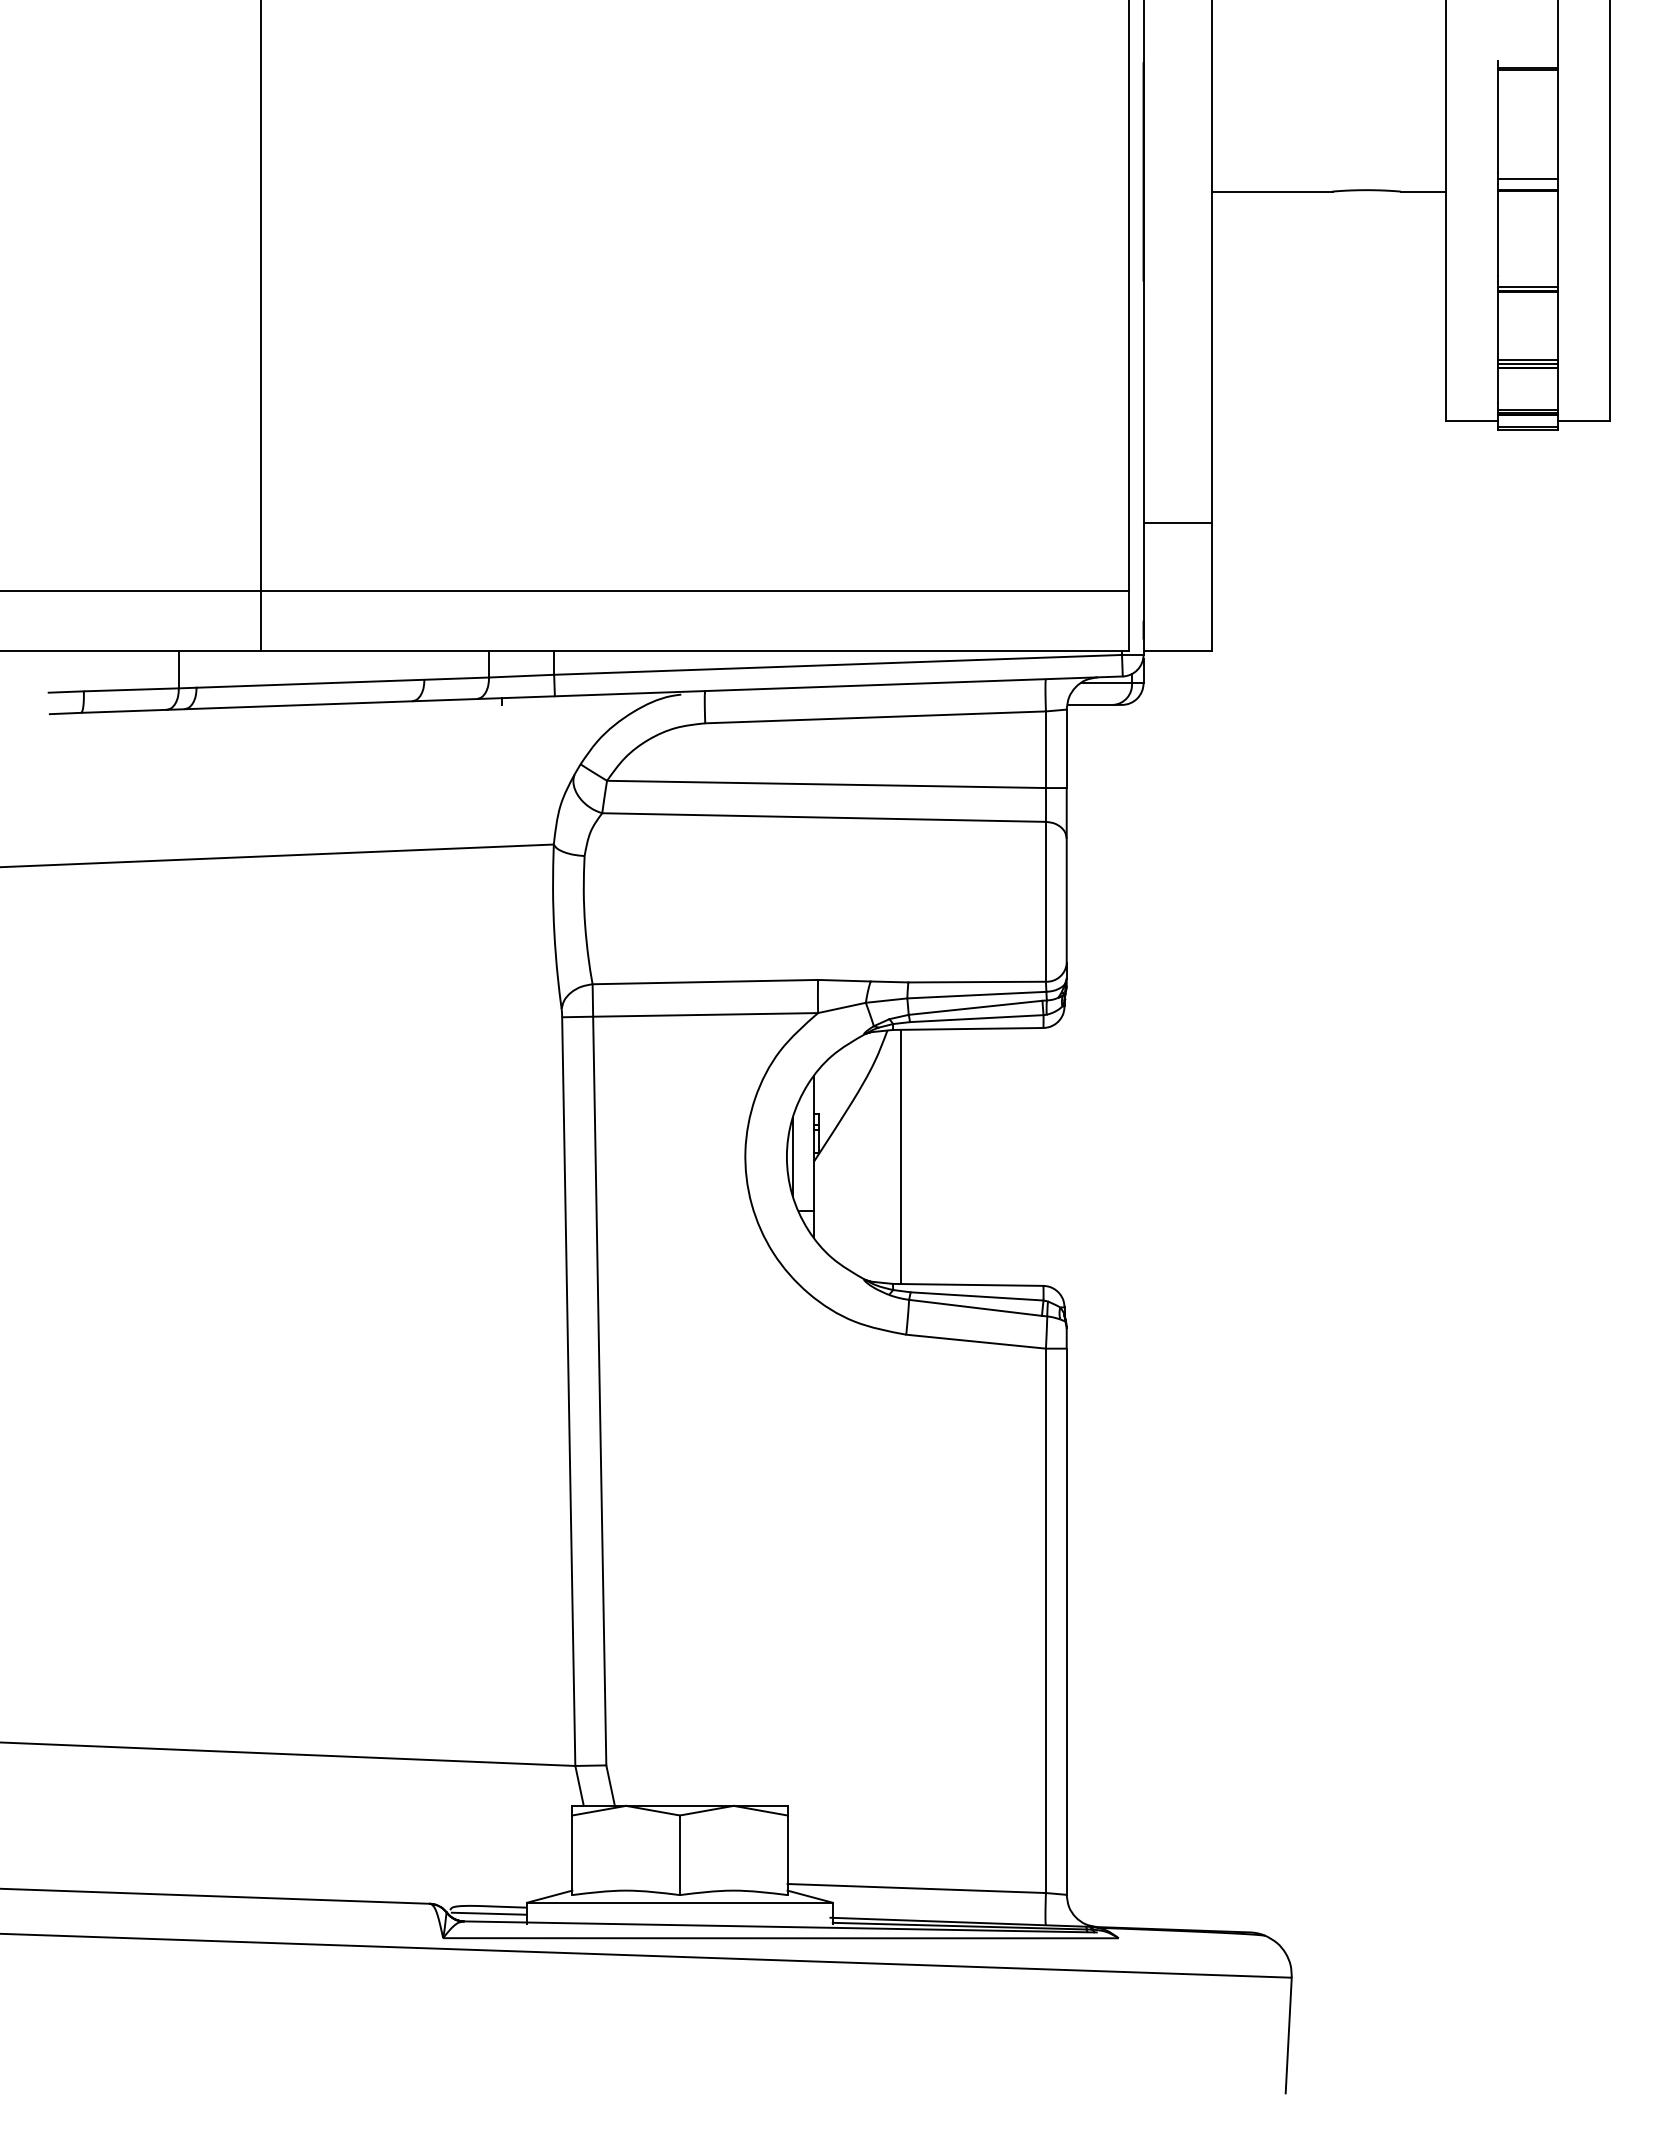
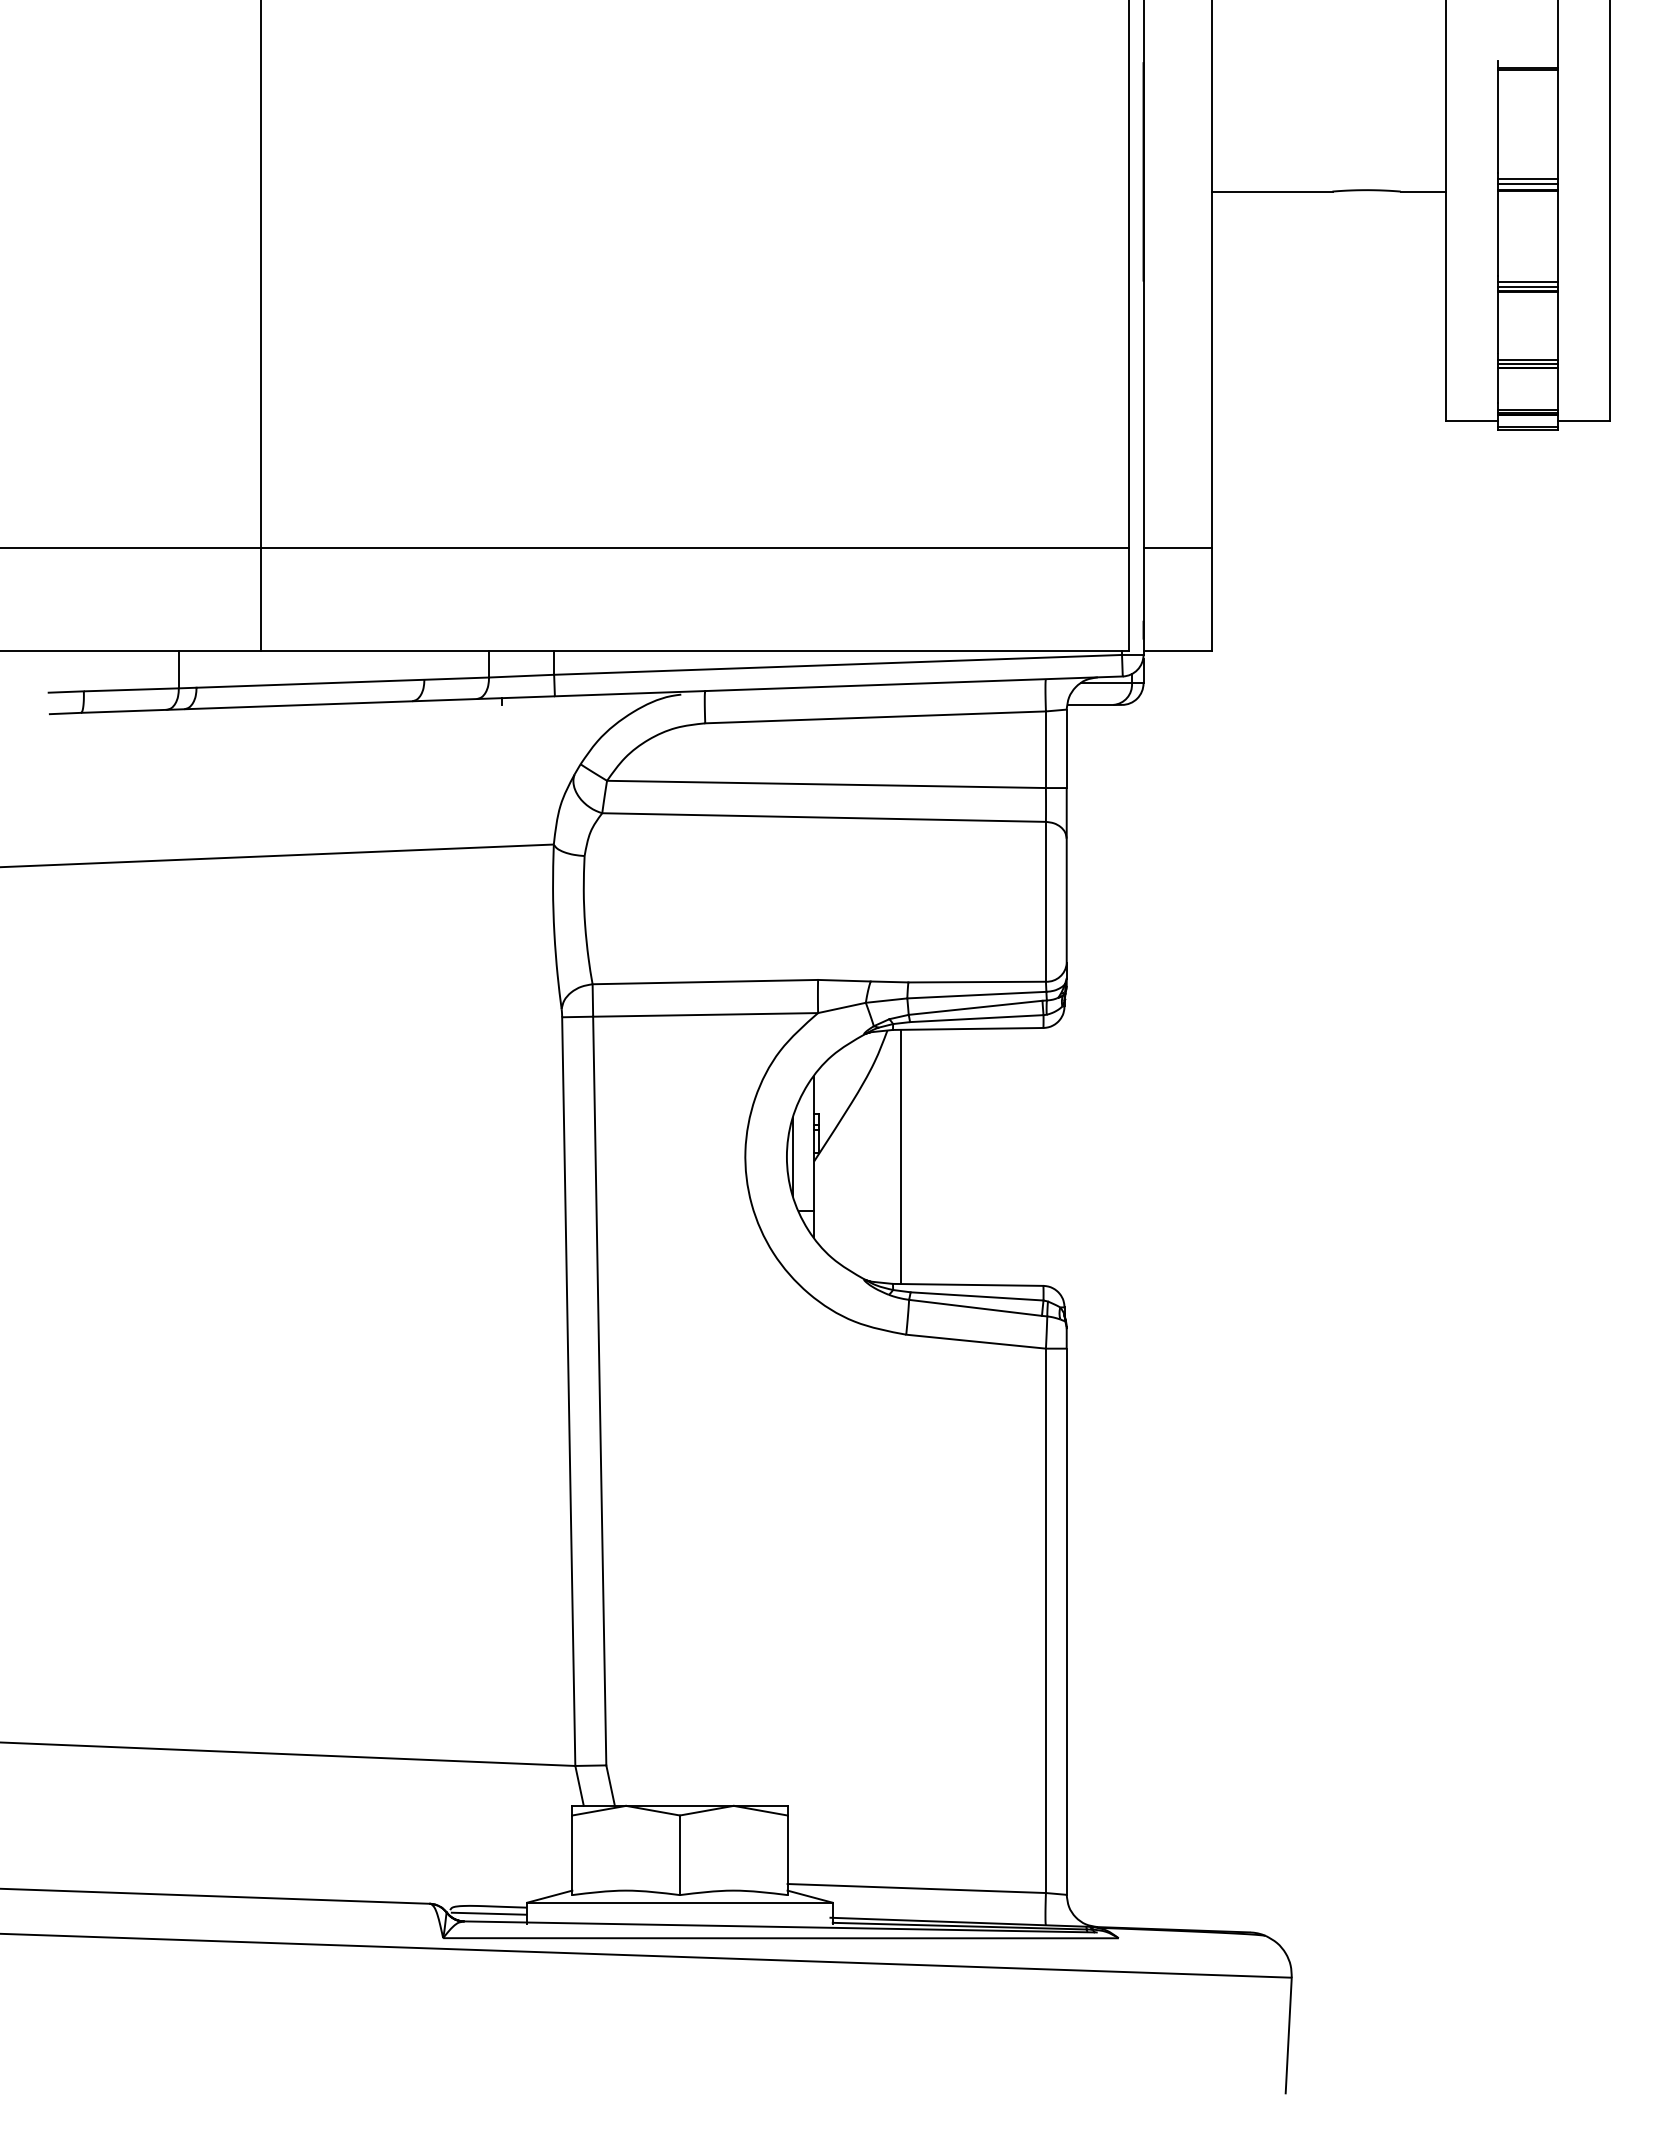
line at (1527, 183): none -> present
line at (1527, 282): none -> present
line at (1177, 523) position: (1177, 523) -> (1177, 548)
line at (565, 591) position: (565, 591) -> (565, 548)
